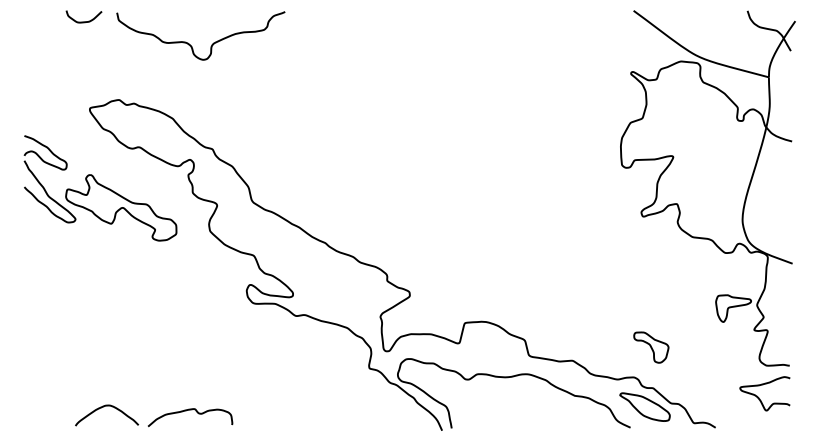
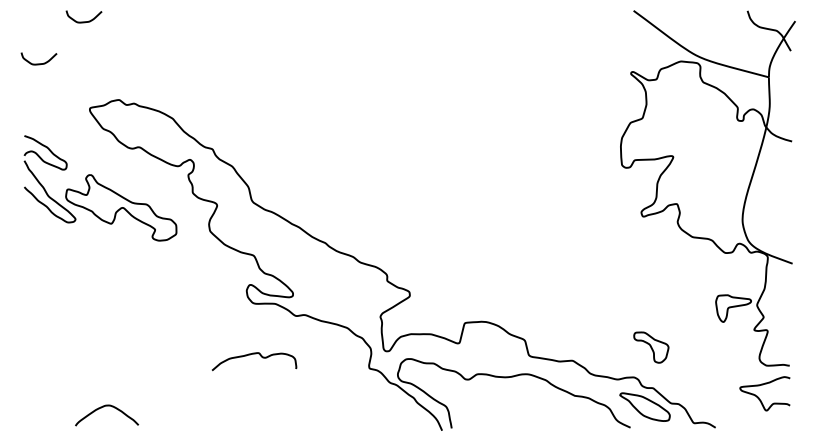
curve at (190, 44): present -> none
curve at (38, 63): none -> present
curve at (190, 410) position: (190, 410) -> (254, 354)
